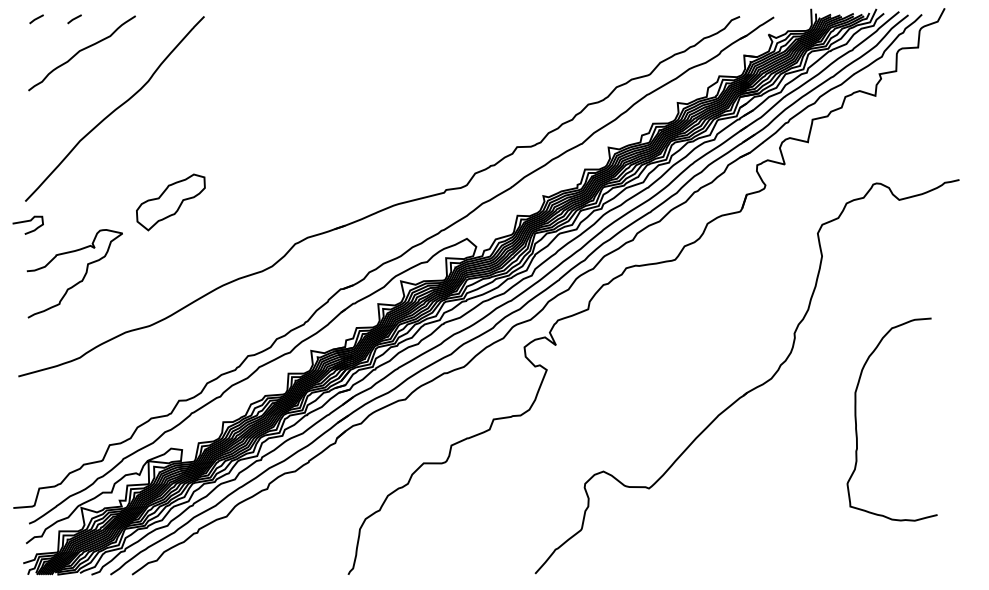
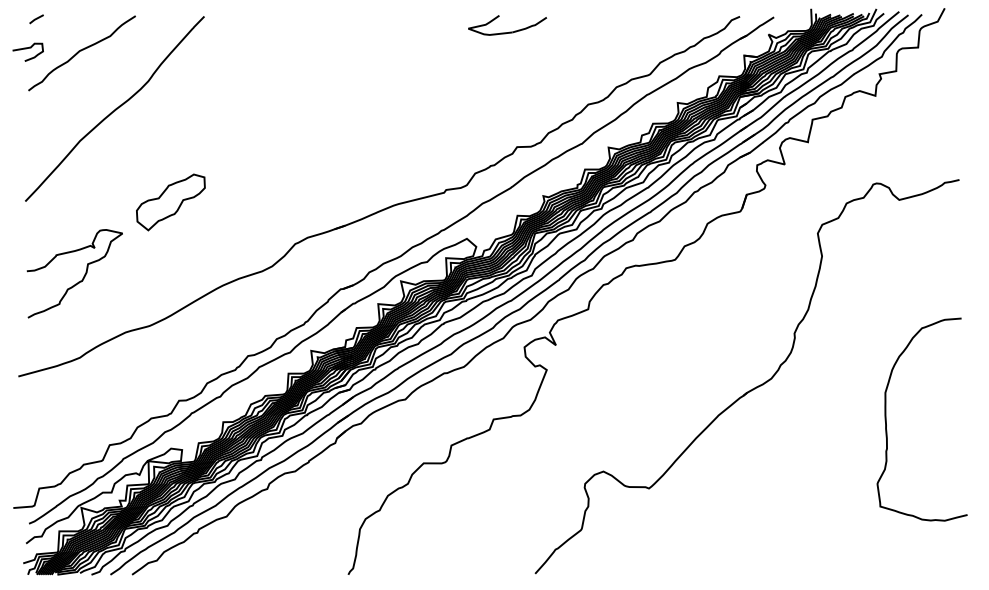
line at (74, 19): present -> none
part at (509, 31): none -> present
curve at (26, 222) position: (26, 222) -> (26, 49)
curve at (856, 419) position: (856, 419) -> (886, 419)
